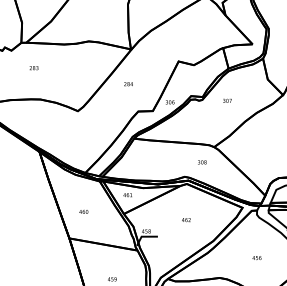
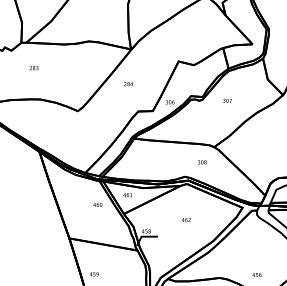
text at (83, 211) position: (83, 211) -> (97, 204)
text at (256, 257) position: (256, 257) -> (256, 274)
text at (112, 279) position: (112, 279) -> (94, 274)
